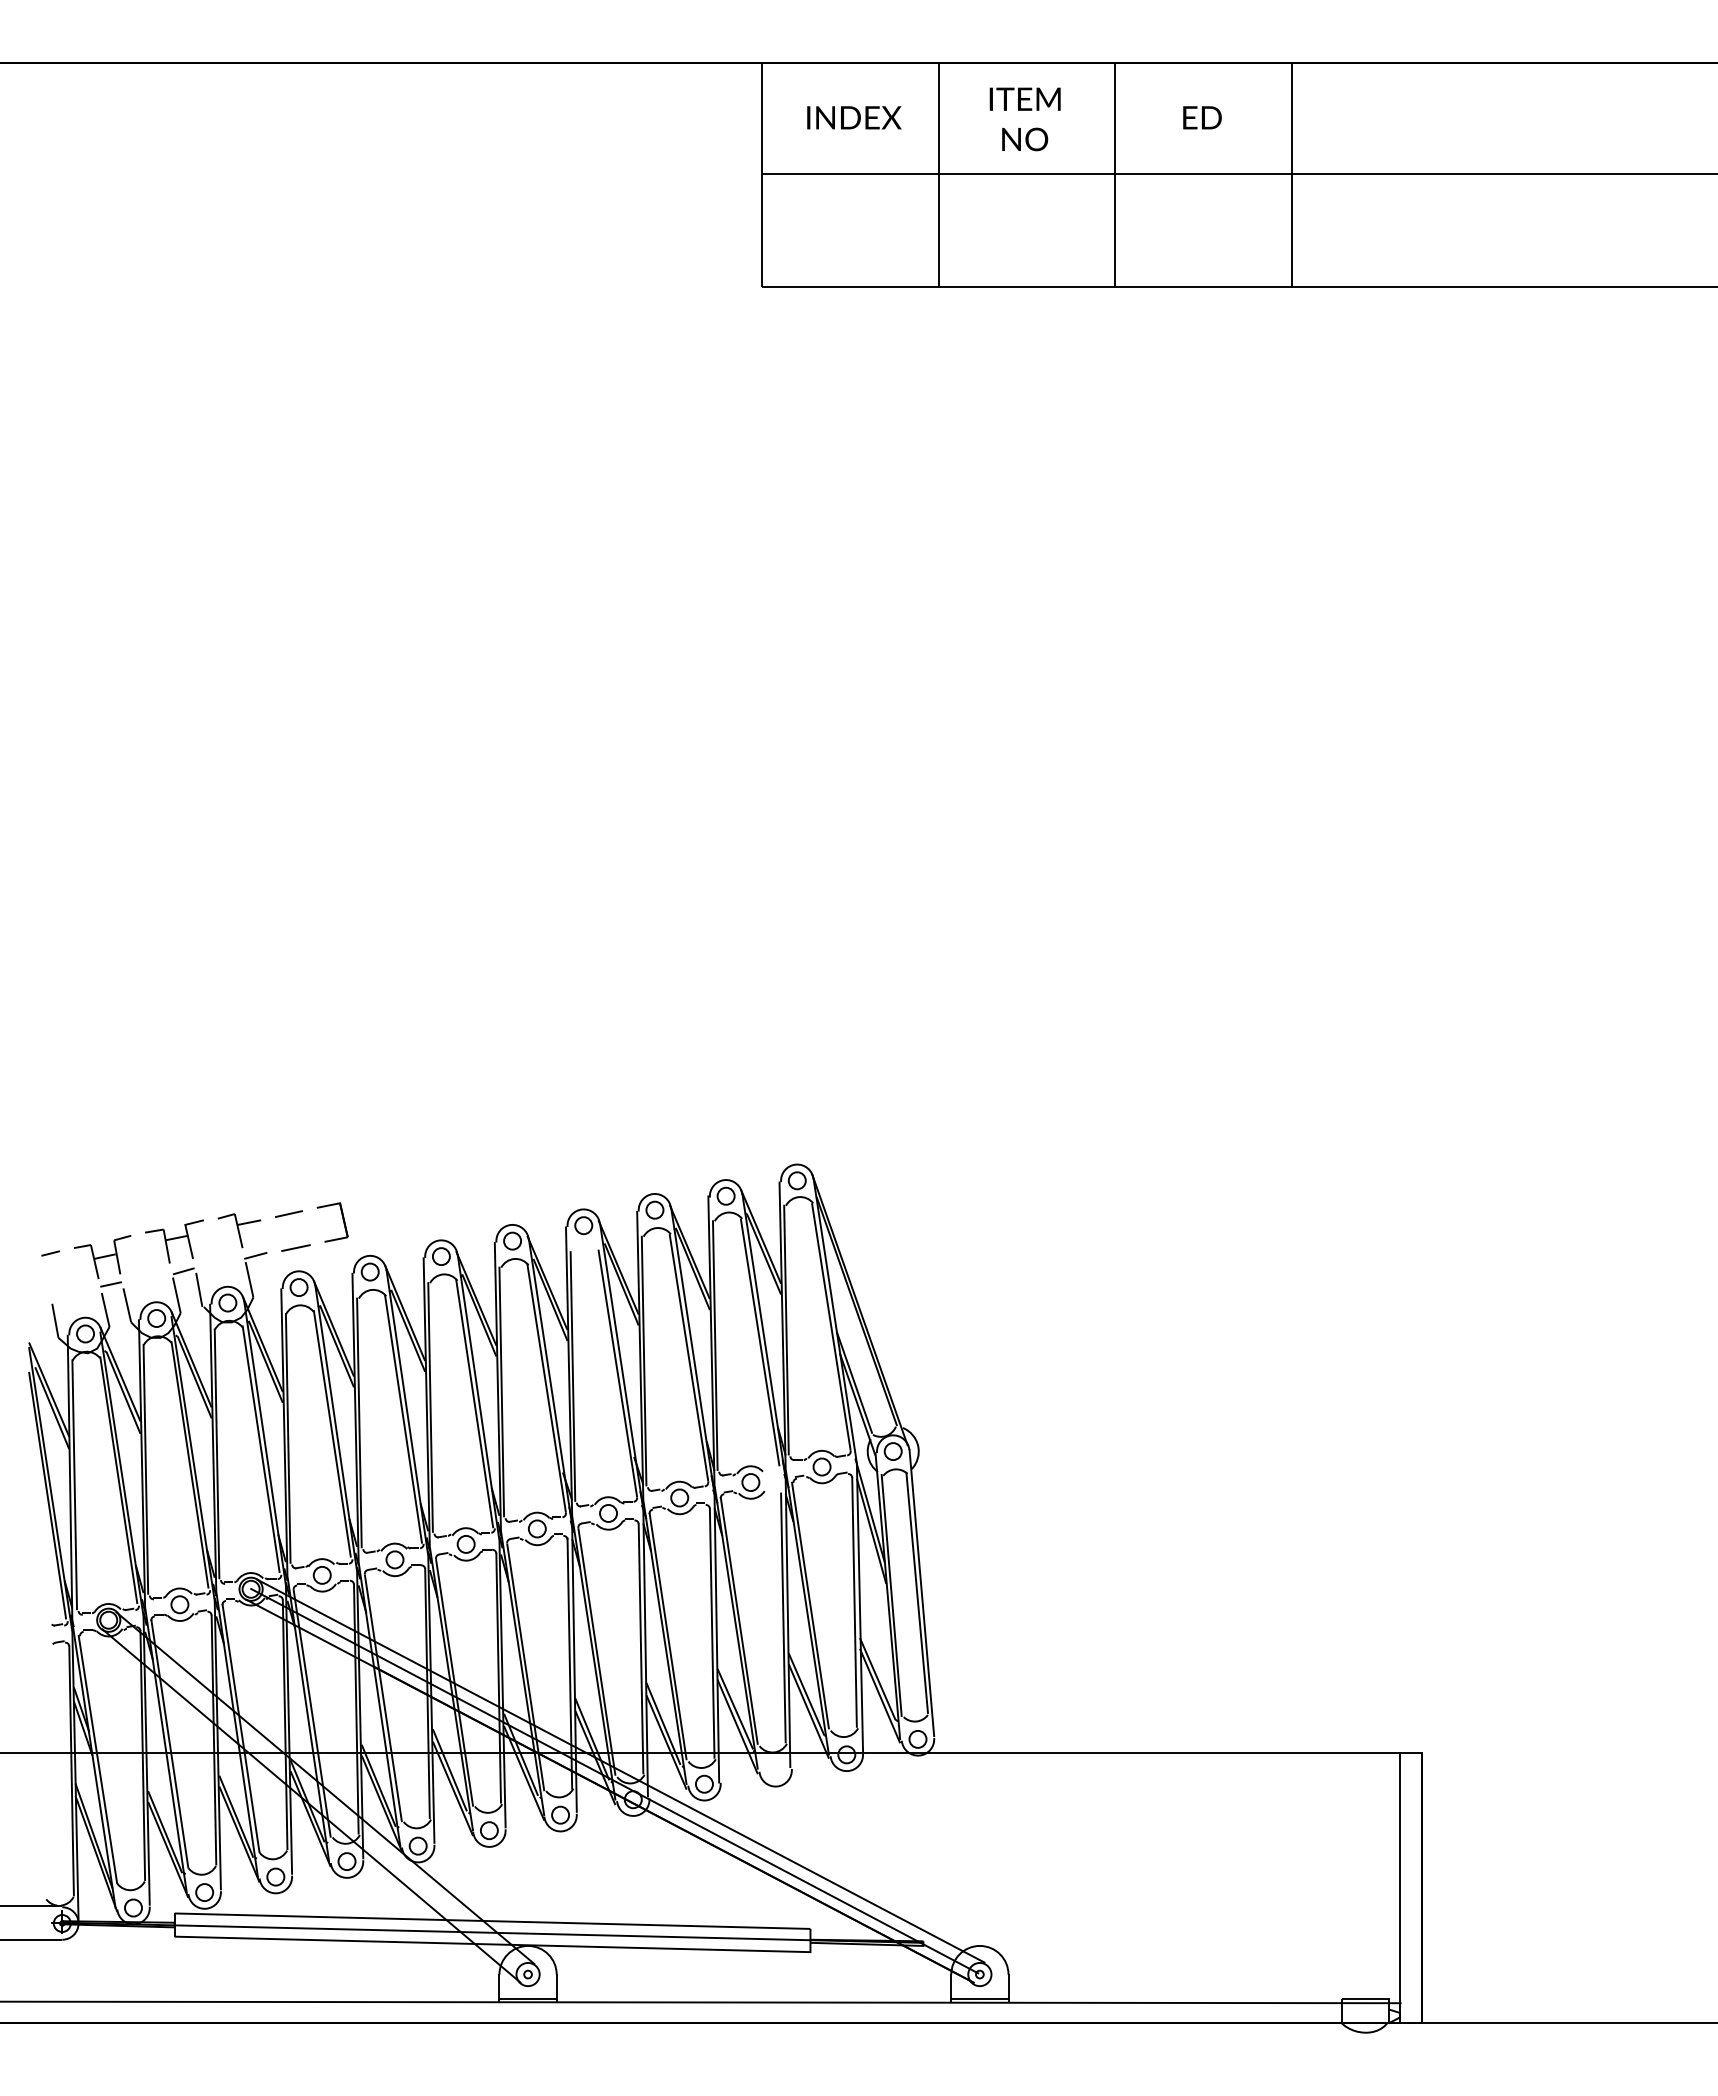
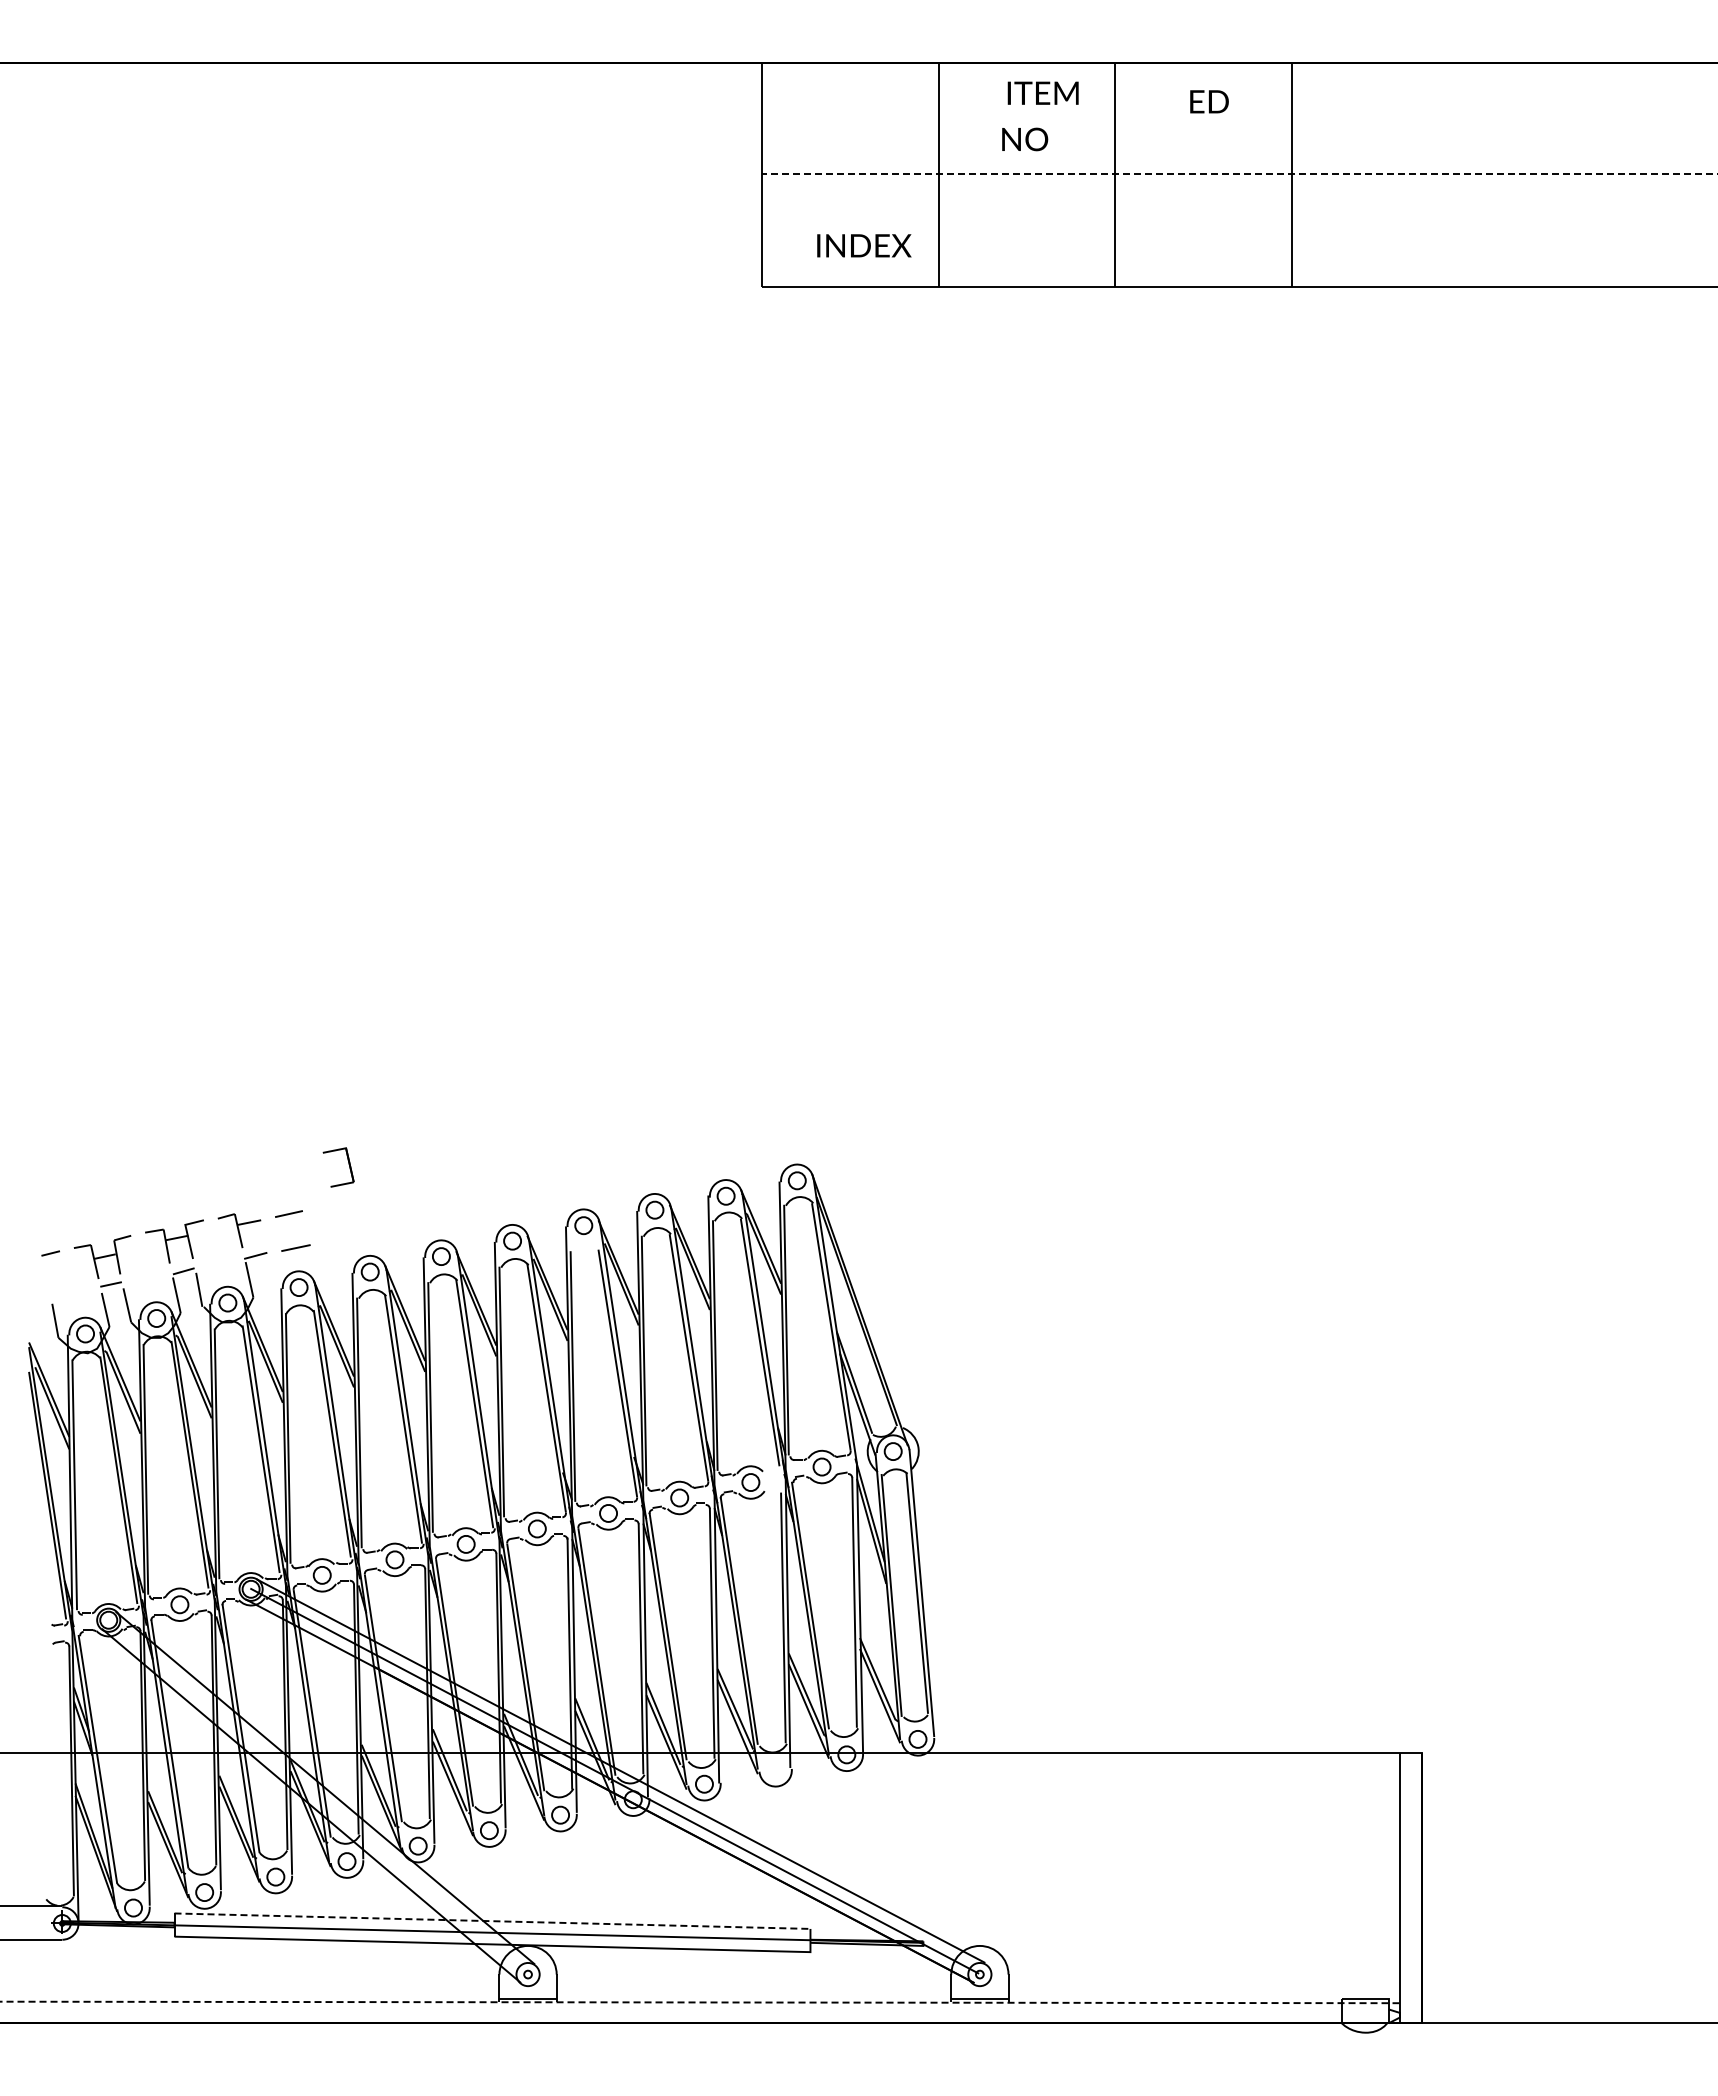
text at (1024, 98) position: (1024, 98) -> (1042, 92)
text at (854, 117) position: (854, 117) -> (864, 245)
text at (1202, 117) position: (1202, 117) -> (1209, 101)
line at (1239, 174): solid -> dashed
part at (342, 1219) position: (342, 1219) -> (348, 1164)
line at (492, 1921): solid -> dashed
line at (701, 2002): solid -> dashed
